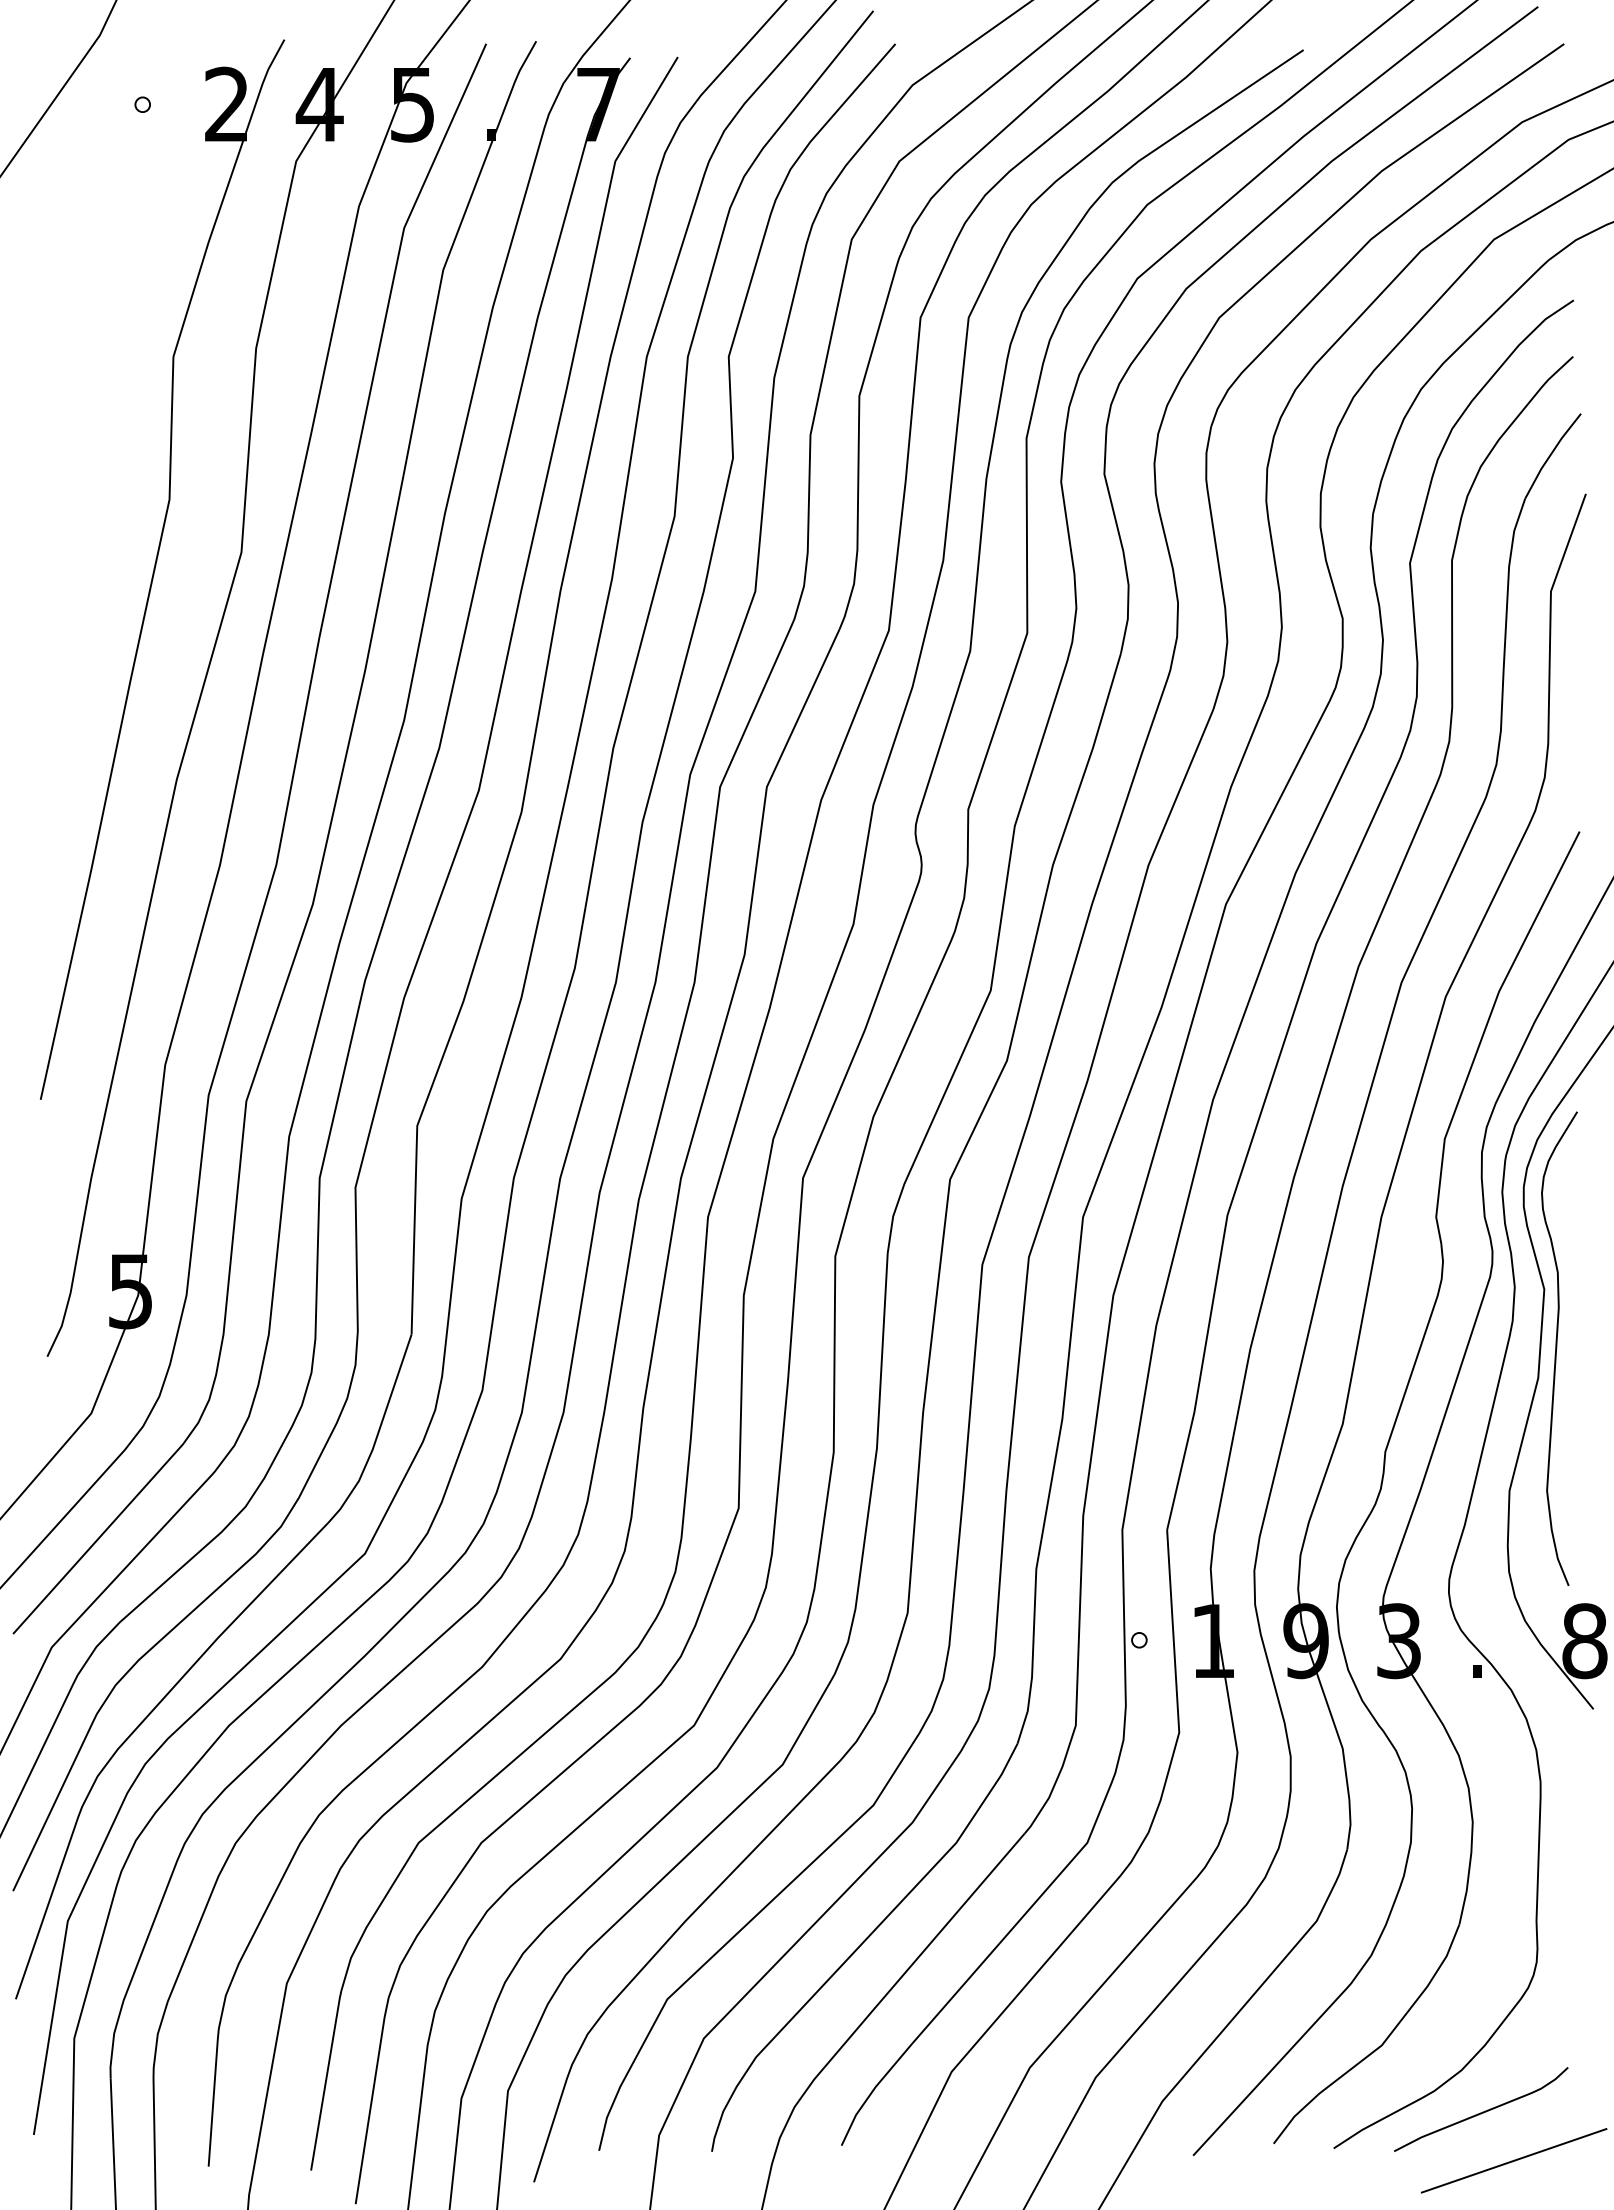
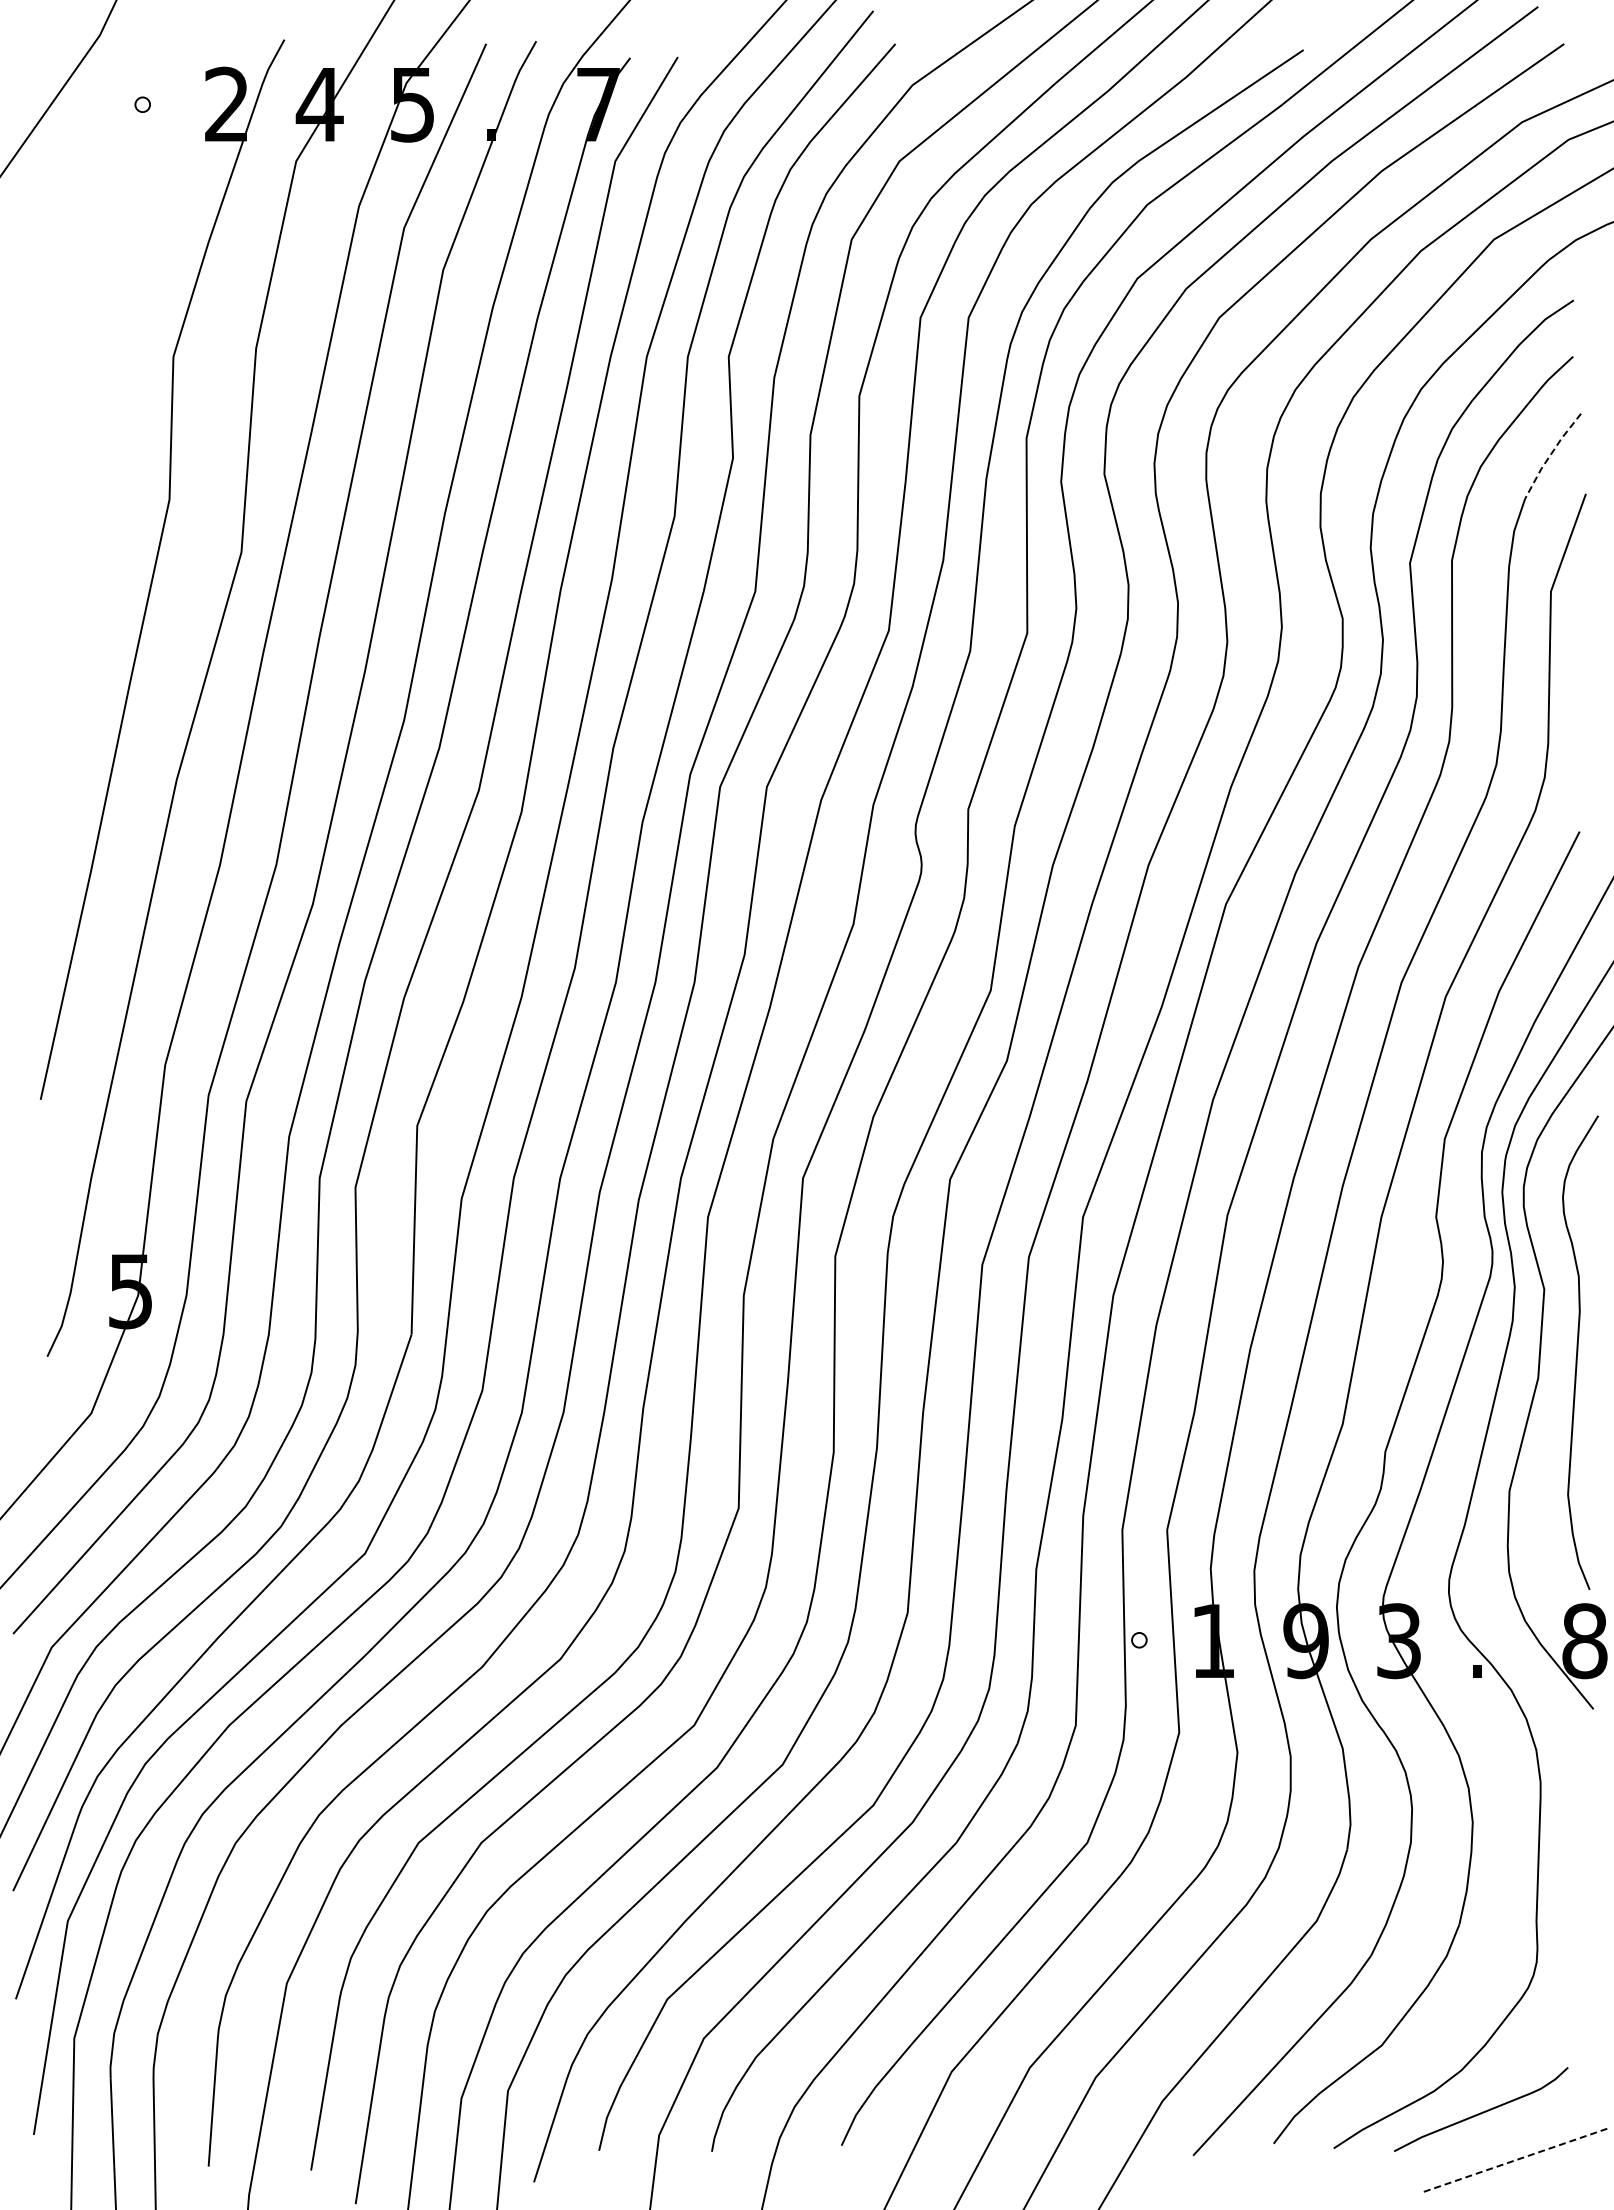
line at (1550, 454): solid -> dashed
curve at (1557, 1348) position: (1557, 1348) -> (1578, 1352)
line at (1514, 2160): solid -> dashed
